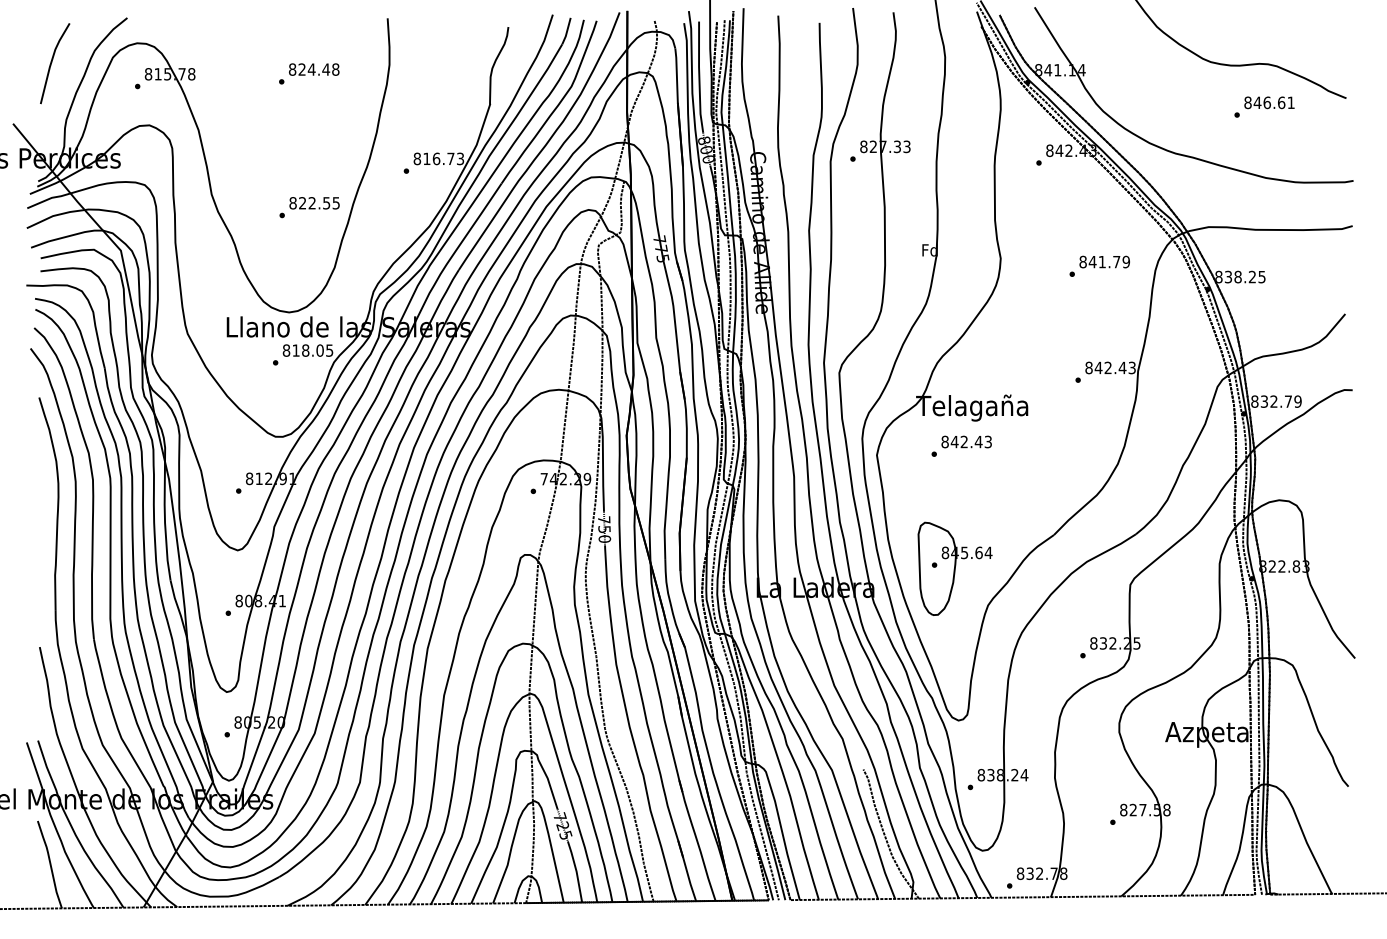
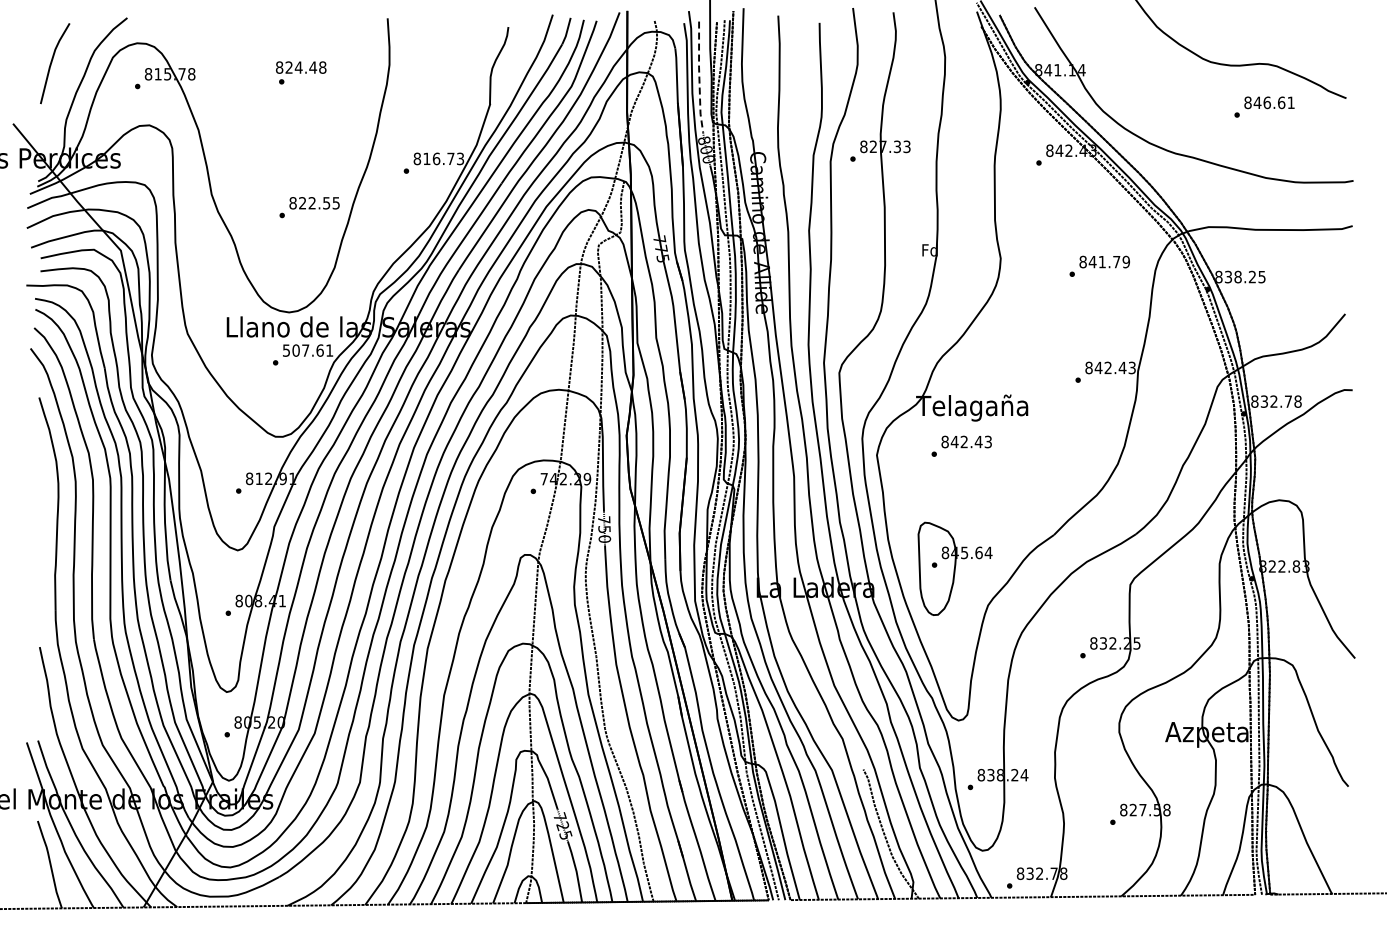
text at (314, 69) position: (314, 69) -> (301, 67)
line at (699, 77): solid -> dashed
text at (307, 350): 818.05 -> 507.61
text at (1297, 401): 832.79 -> 832.78
